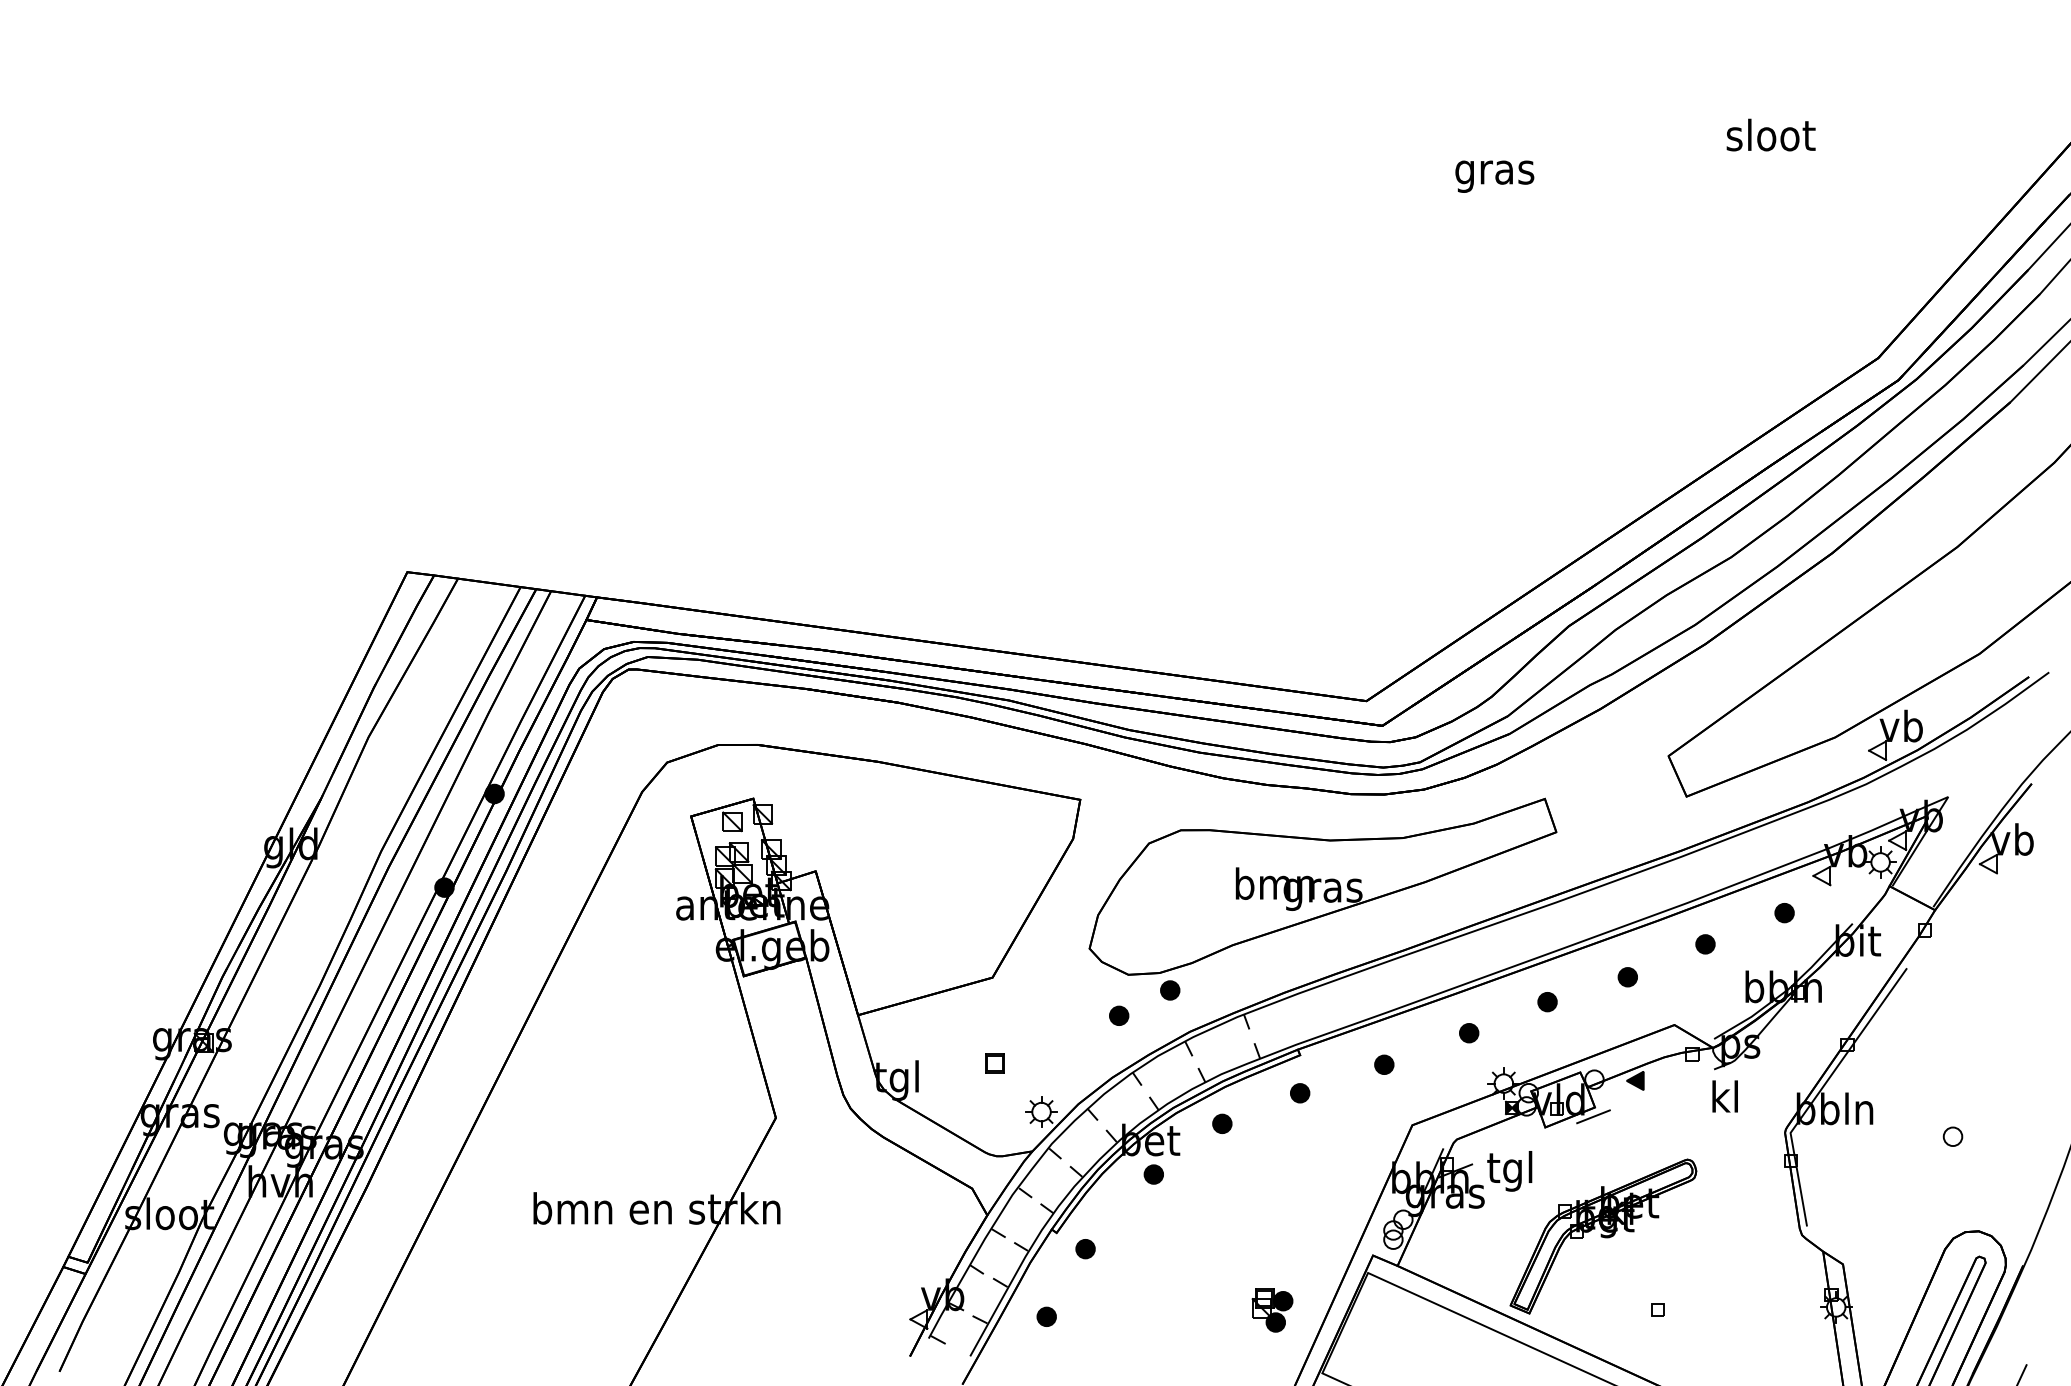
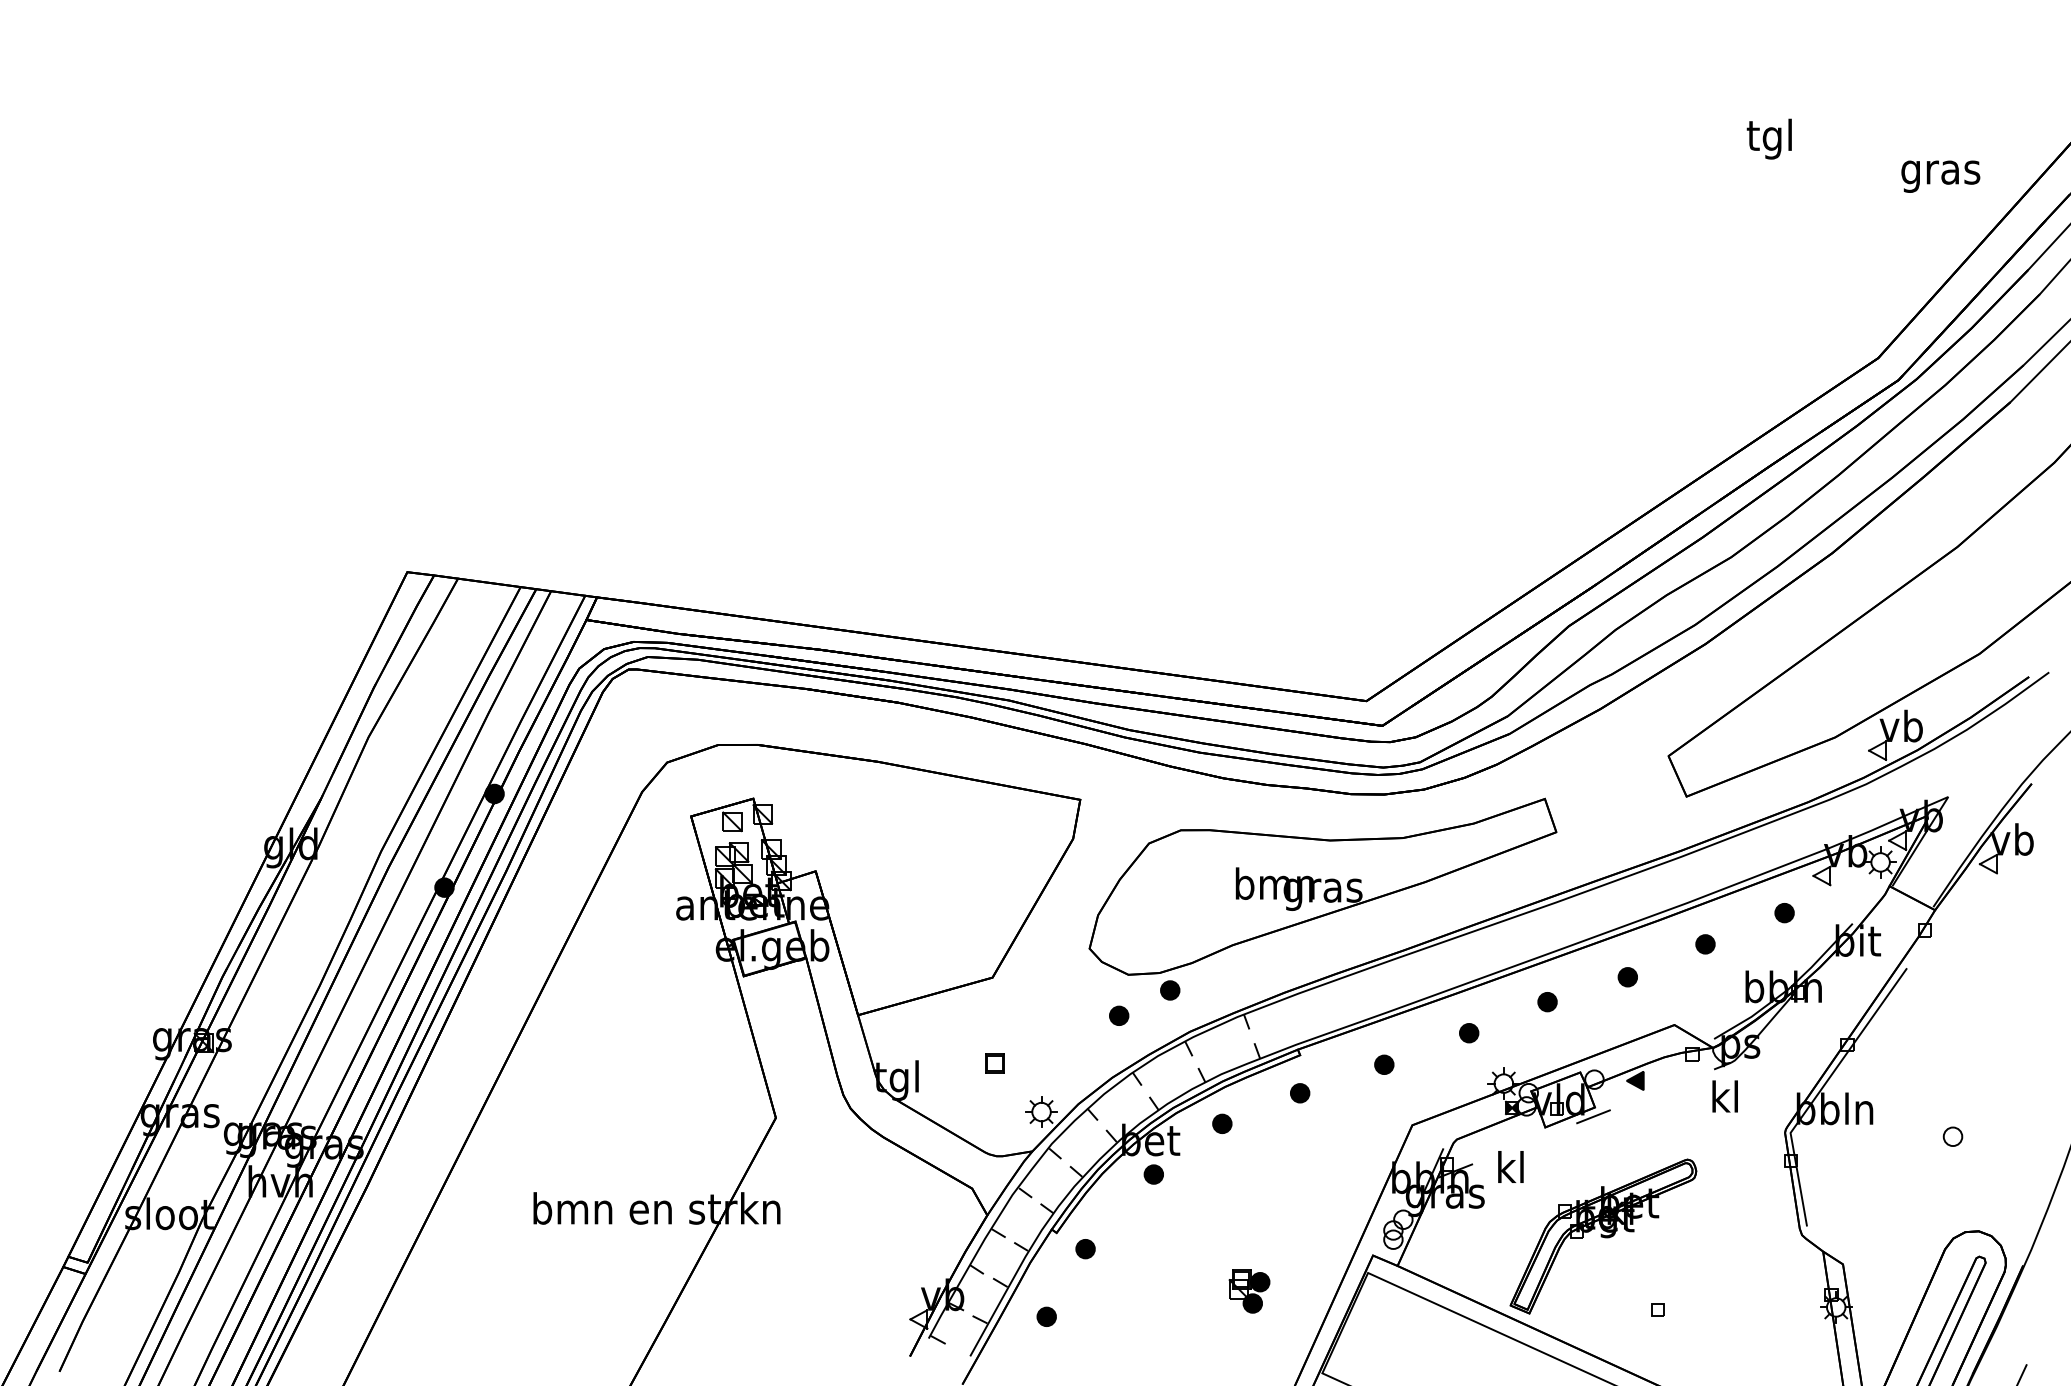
text at (1770, 138): sloot -> tgl
text at (1494, 176) position: (1494, 176) -> (1940, 176)
text at (1509, 1171): tgl -> kl
part at (1272, 1310) position: (1272, 1310) -> (1249, 1291)
